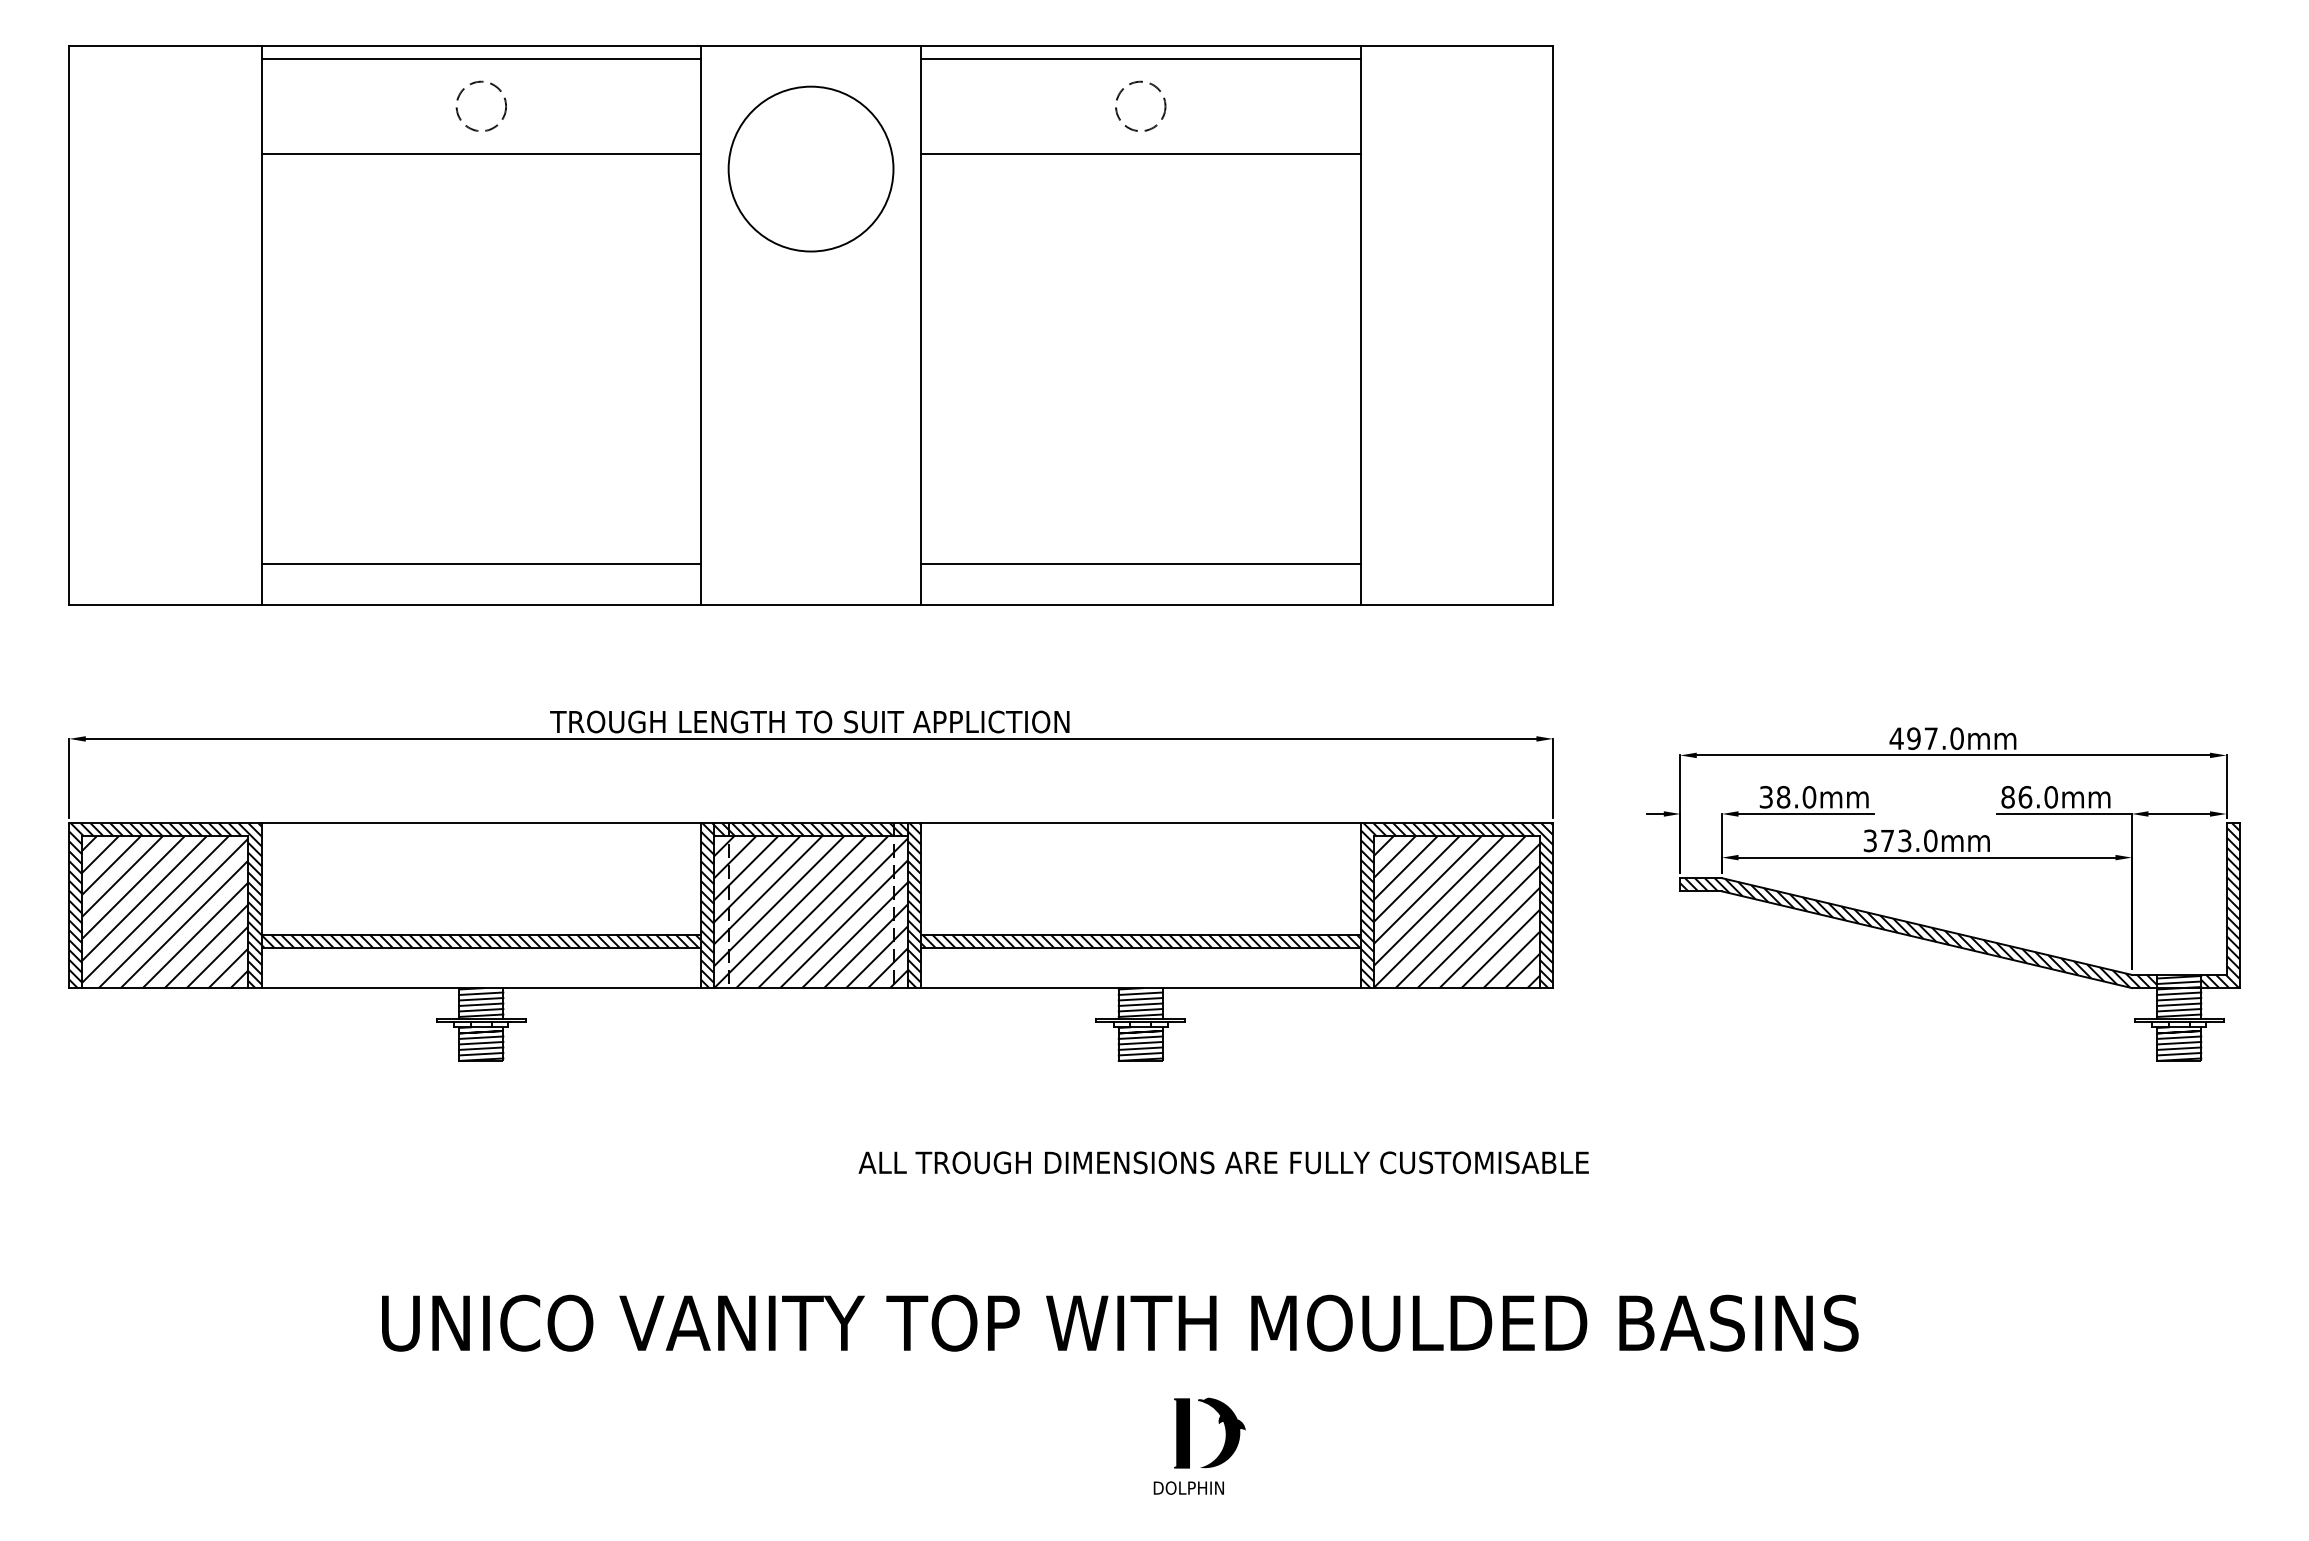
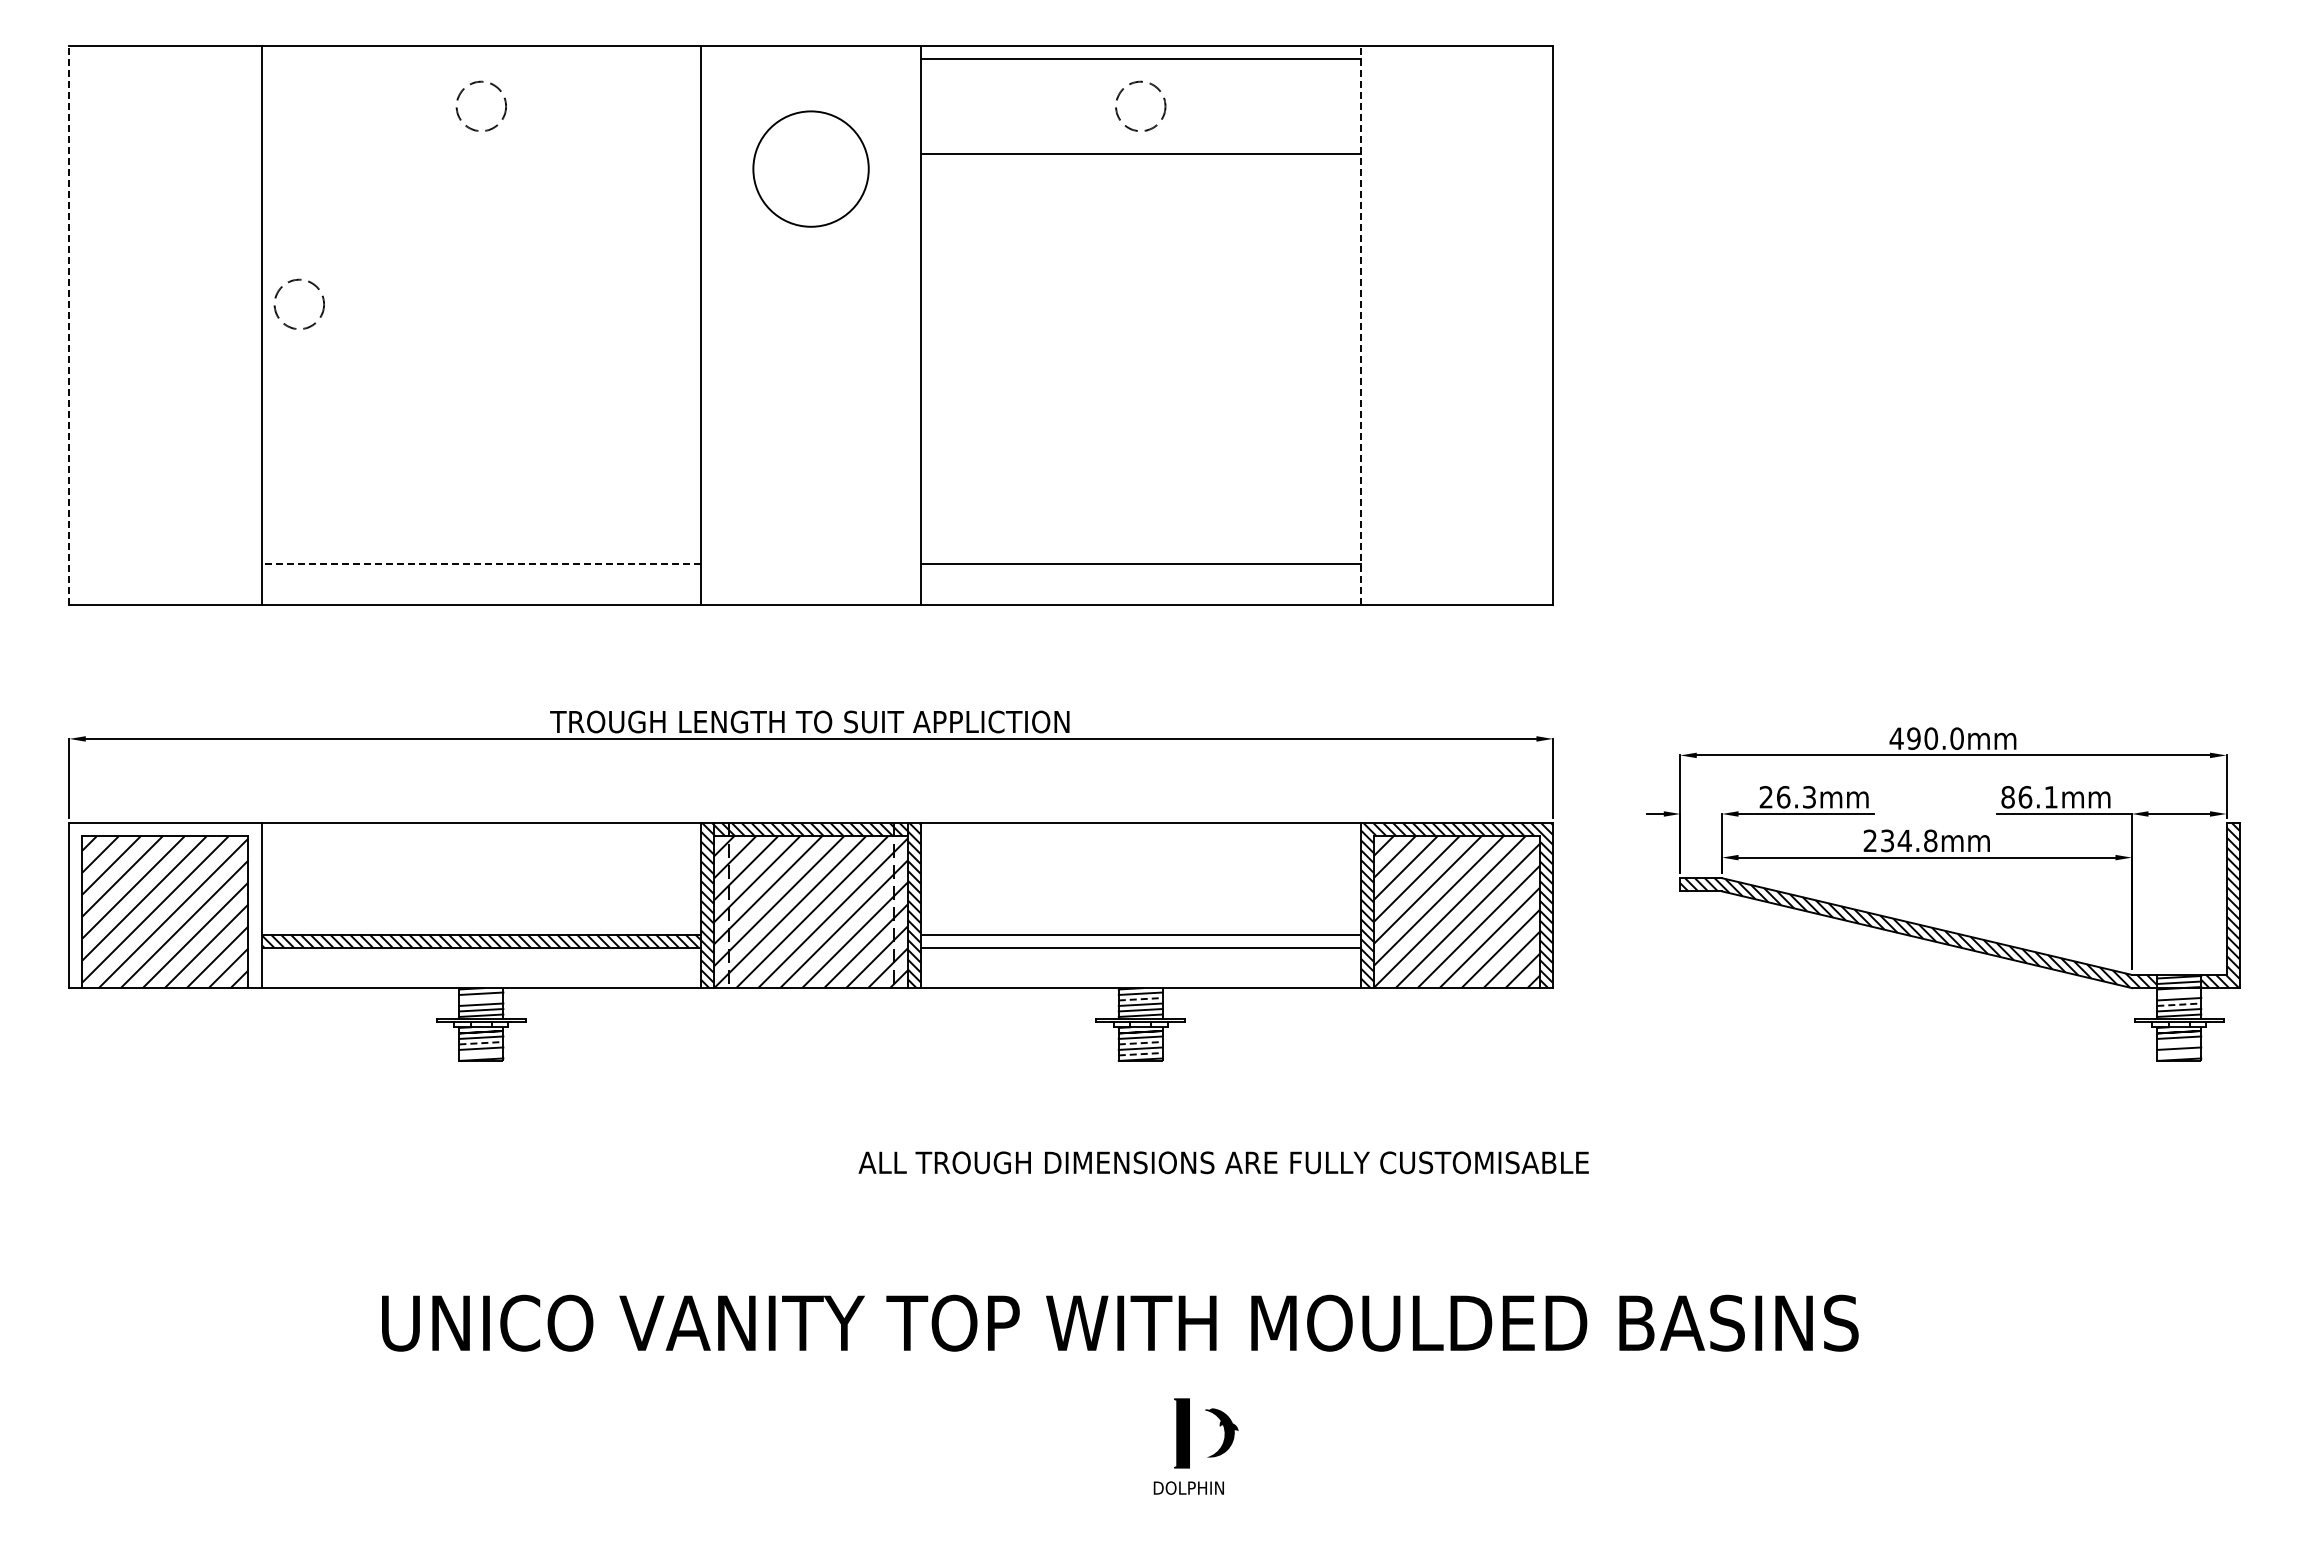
line at (481, 59): present -> none
line at (481, 153): present -> none
circle at (810, 168) diameter: 165 px -> 115 px
circle at (298, 303): none -> present
line at (69, 325): solid -> dashed
line at (1360, 325): solid -> dashed
line at (481, 563): solid -> dashed
text at (1931, 738): 497.0mm -> 490.0mm
text at (1787, 797): 38.0mm -> 26.3mm
text at (2051, 797): 86.0mm -> 86.1mm
text at (1900, 840): 373.0mm -> 234.8mm
hatch at (165, 905): present -> none
hatch at (1140, 940): present -> none
line at (2179, 993): present -> none
line at (481, 999): present -> none
line at (1141, 999): solid -> dashed
line at (2179, 1004): solid -> dashed
line at (2179, 1042): present -> none
line at (481, 1043): solid -> dashed
line at (1141, 1043): solid -> dashed
line at (481, 1053): present -> none
line at (2179, 1053): present -> none
line at (1141, 1054): solid -> dashed
part at (1221, 1432) size: 48x72 px -> 34x50 px
